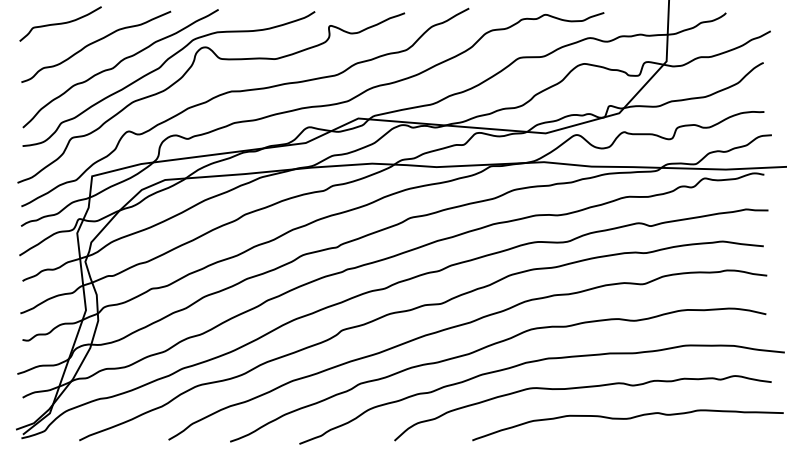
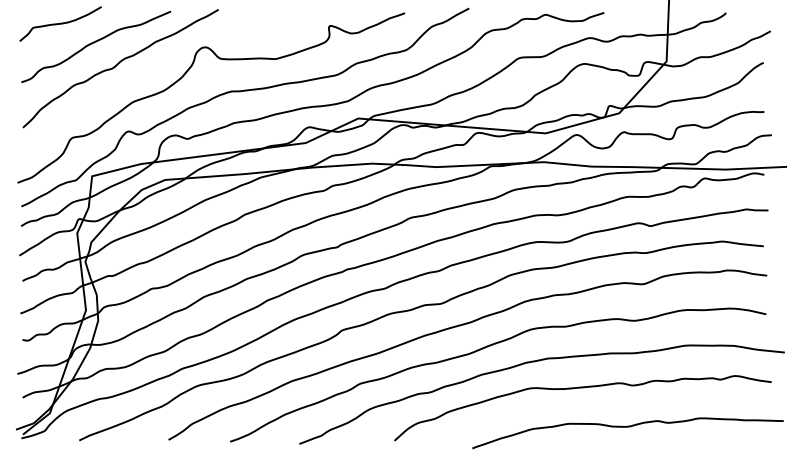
curve at (160, 68): present -> none
curve at (627, 419) position: (627, 419) -> (627, 427)
